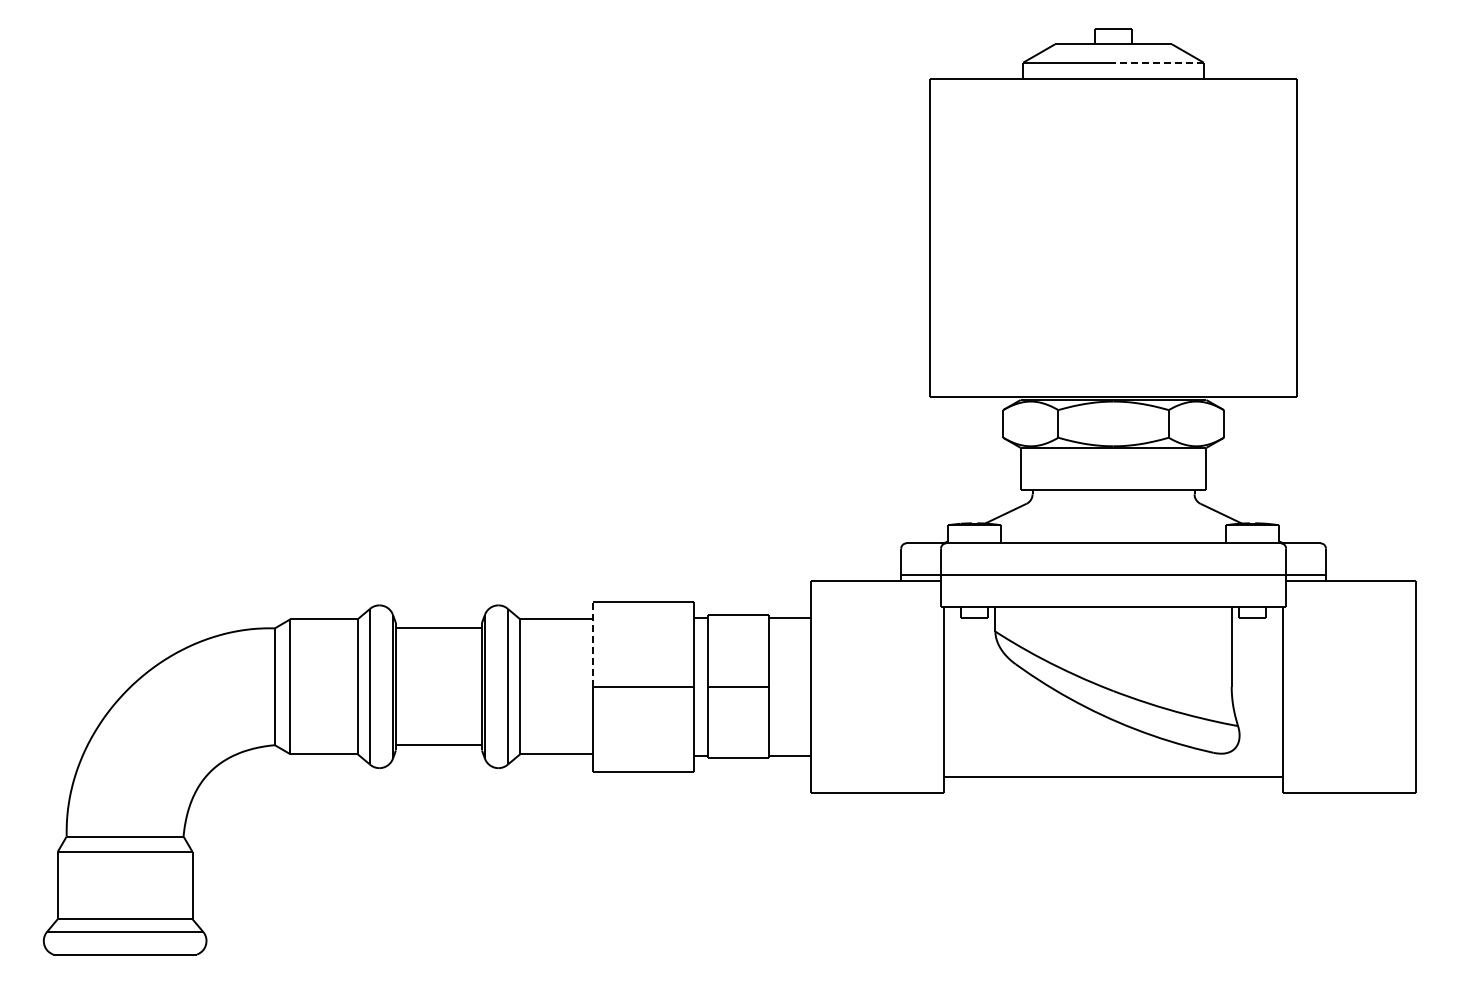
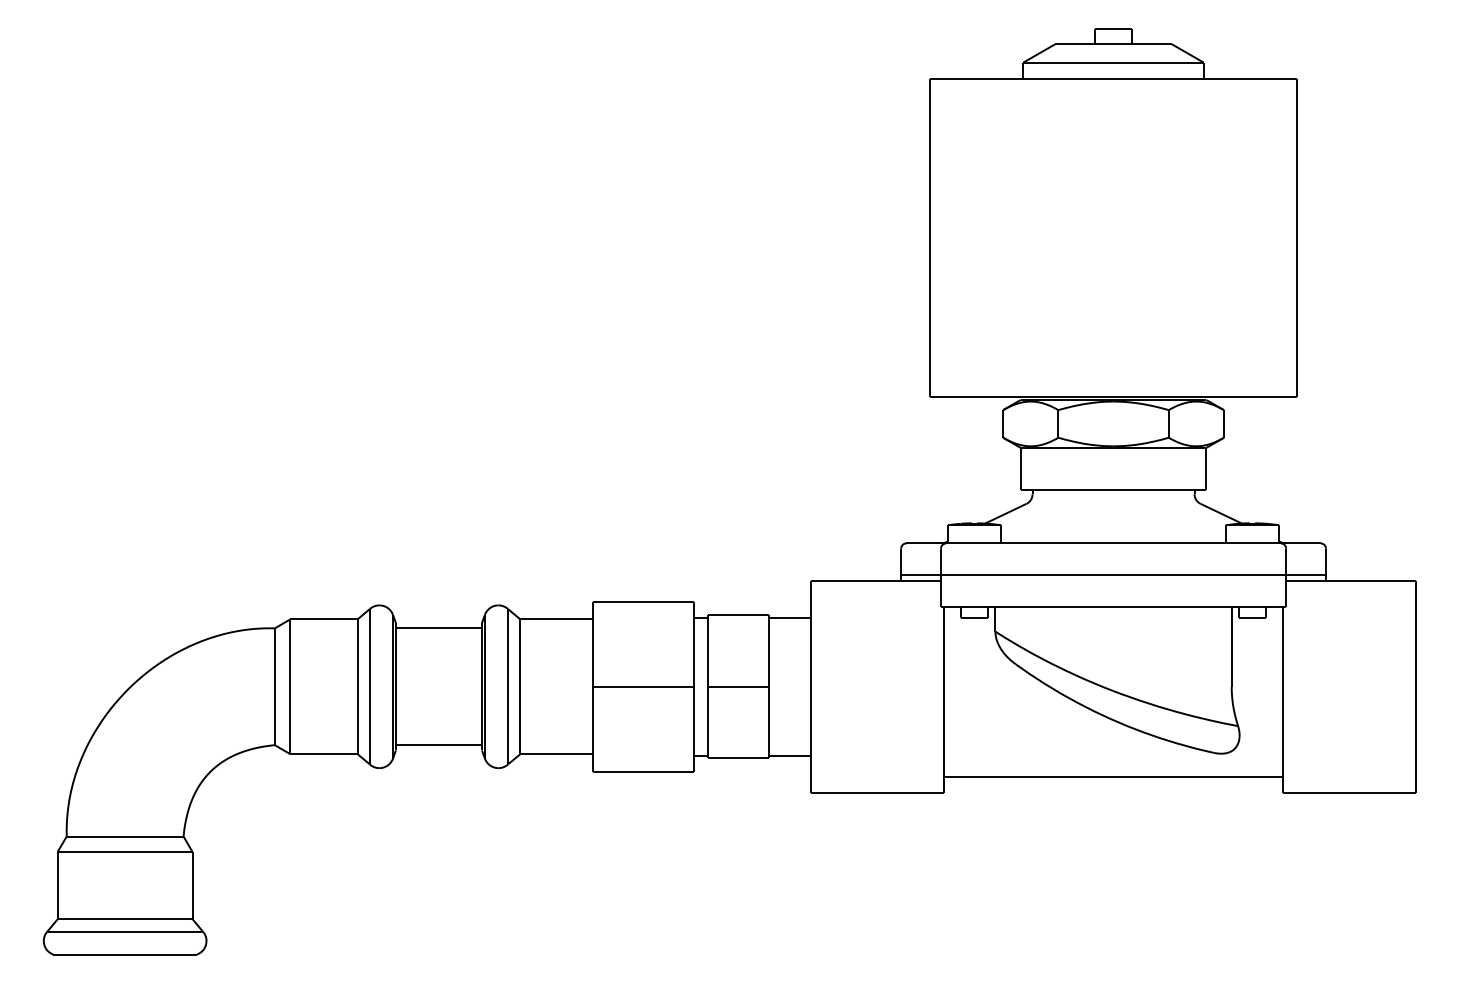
line at (1158, 62): dashed -> solid
line at (593, 643): dashed -> solid
